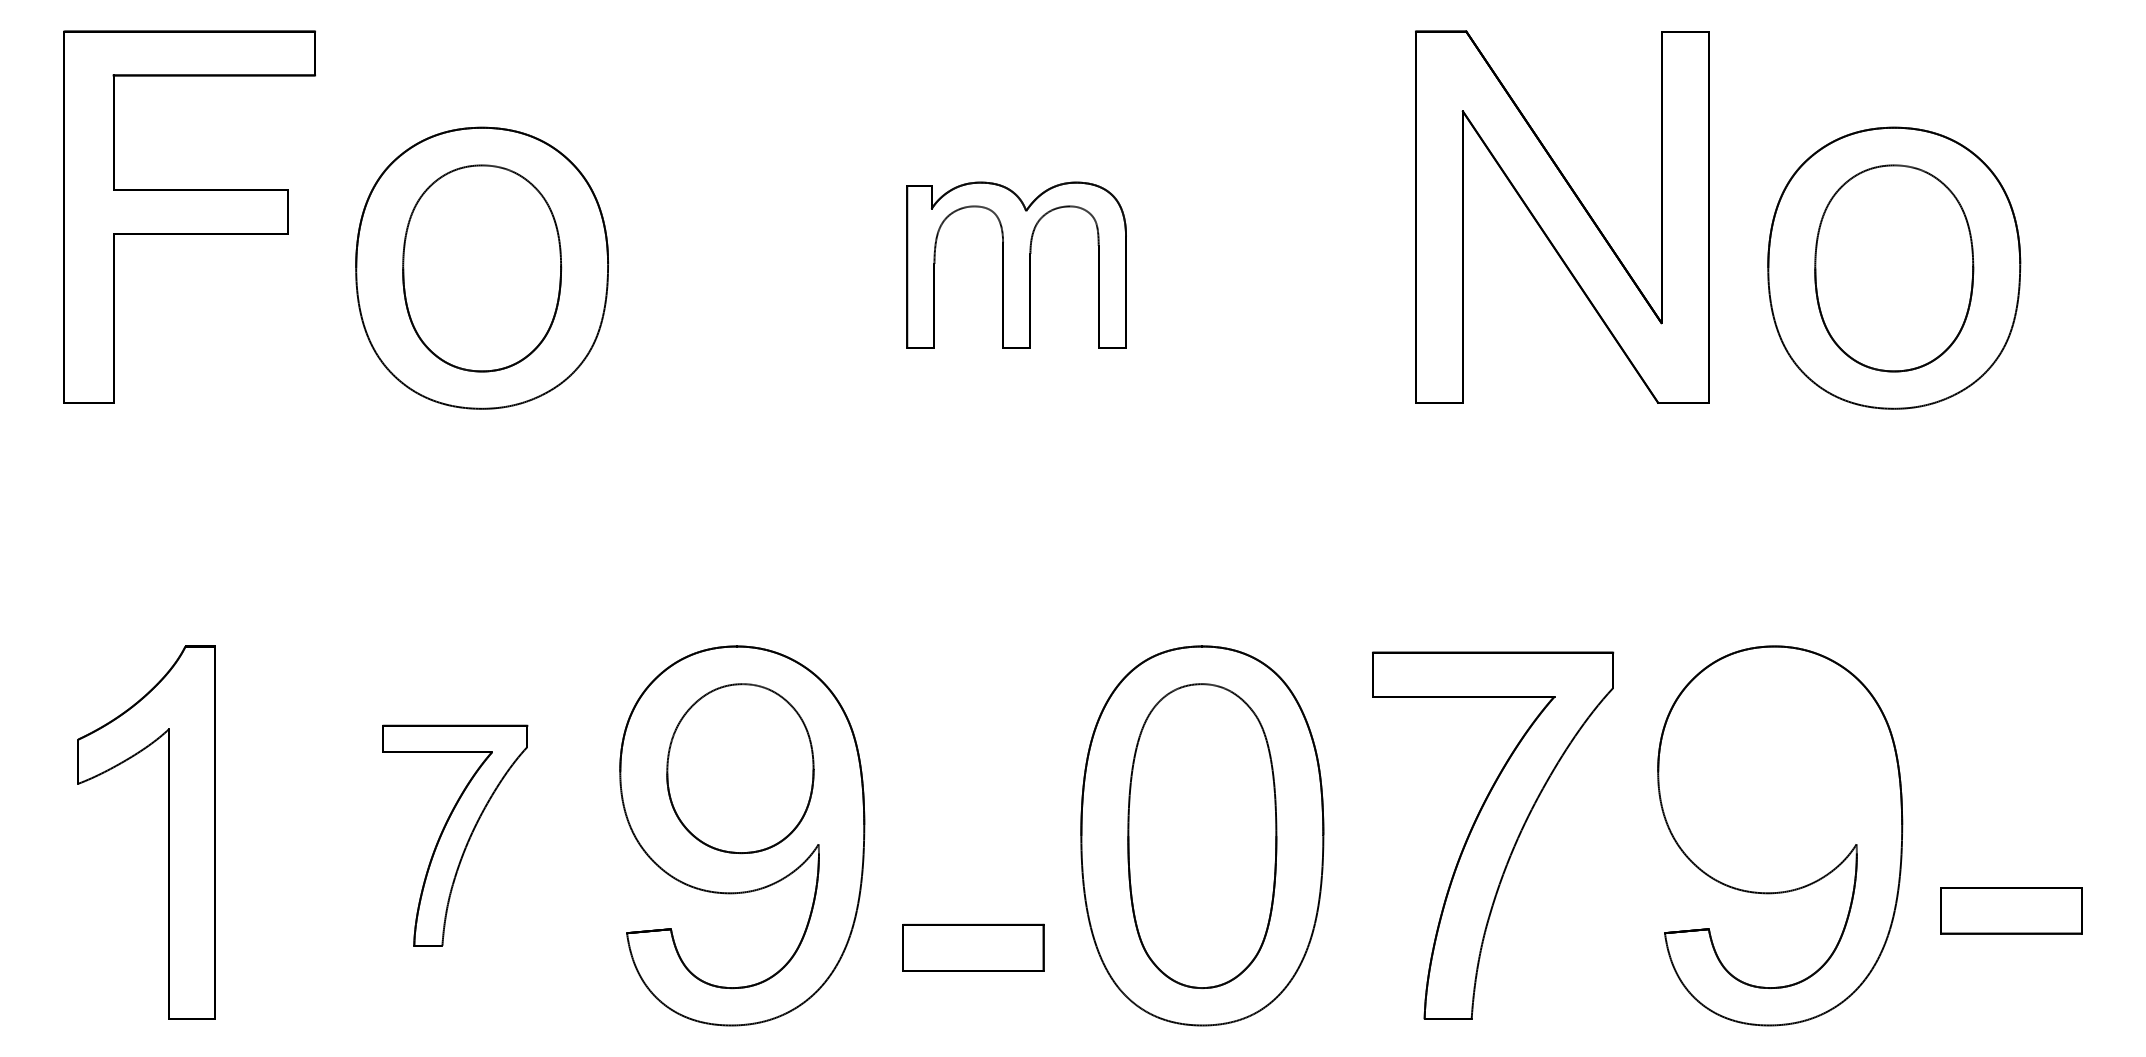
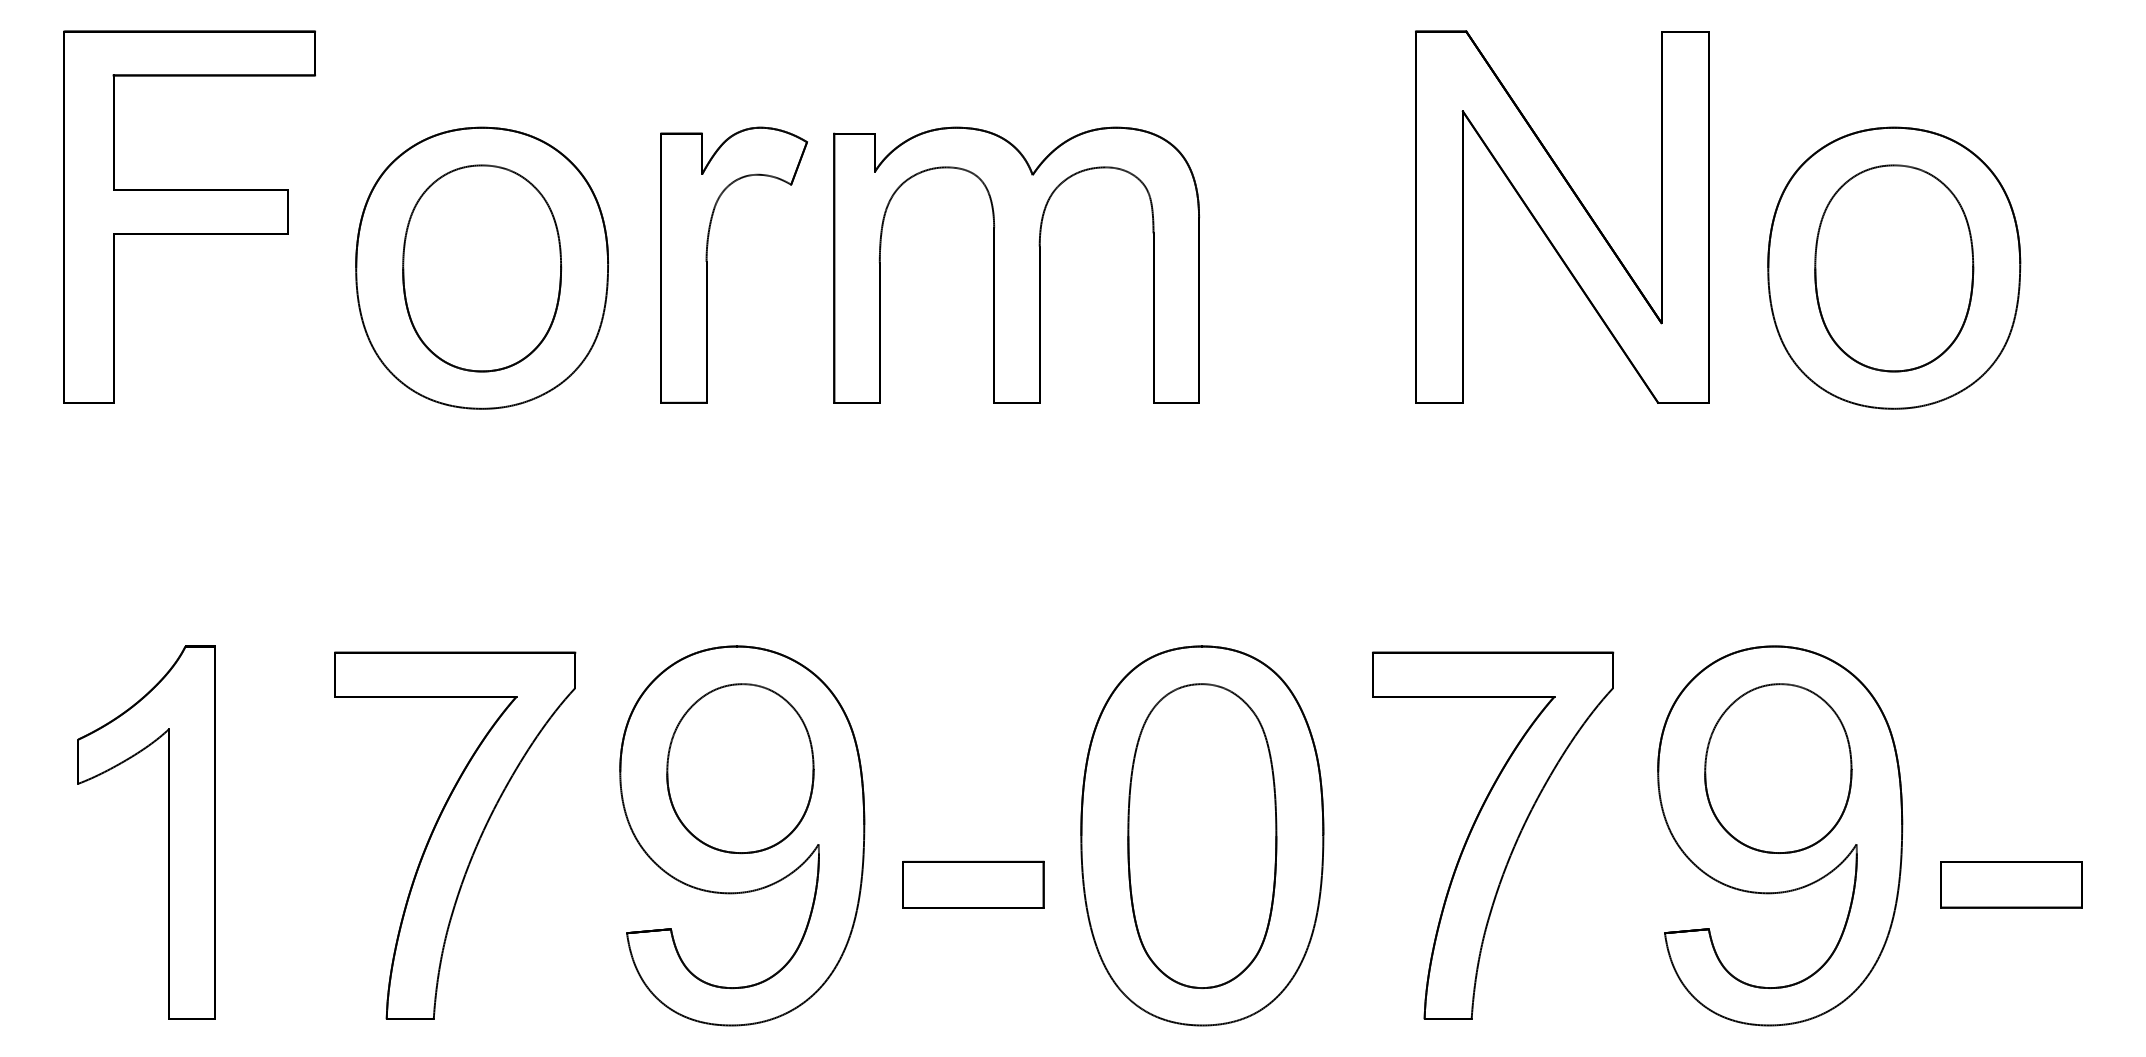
part at (707, 264): none -> present
part at (1016, 264) size: 221x168 px -> 367x278 px
part at (1778, 768): none -> present
part at (455, 835) size: 147x223 px -> 243x369 px
part at (2011, 910) position: (2011, 910) -> (2011, 884)
part at (973, 947) position: (973, 947) -> (973, 884)
